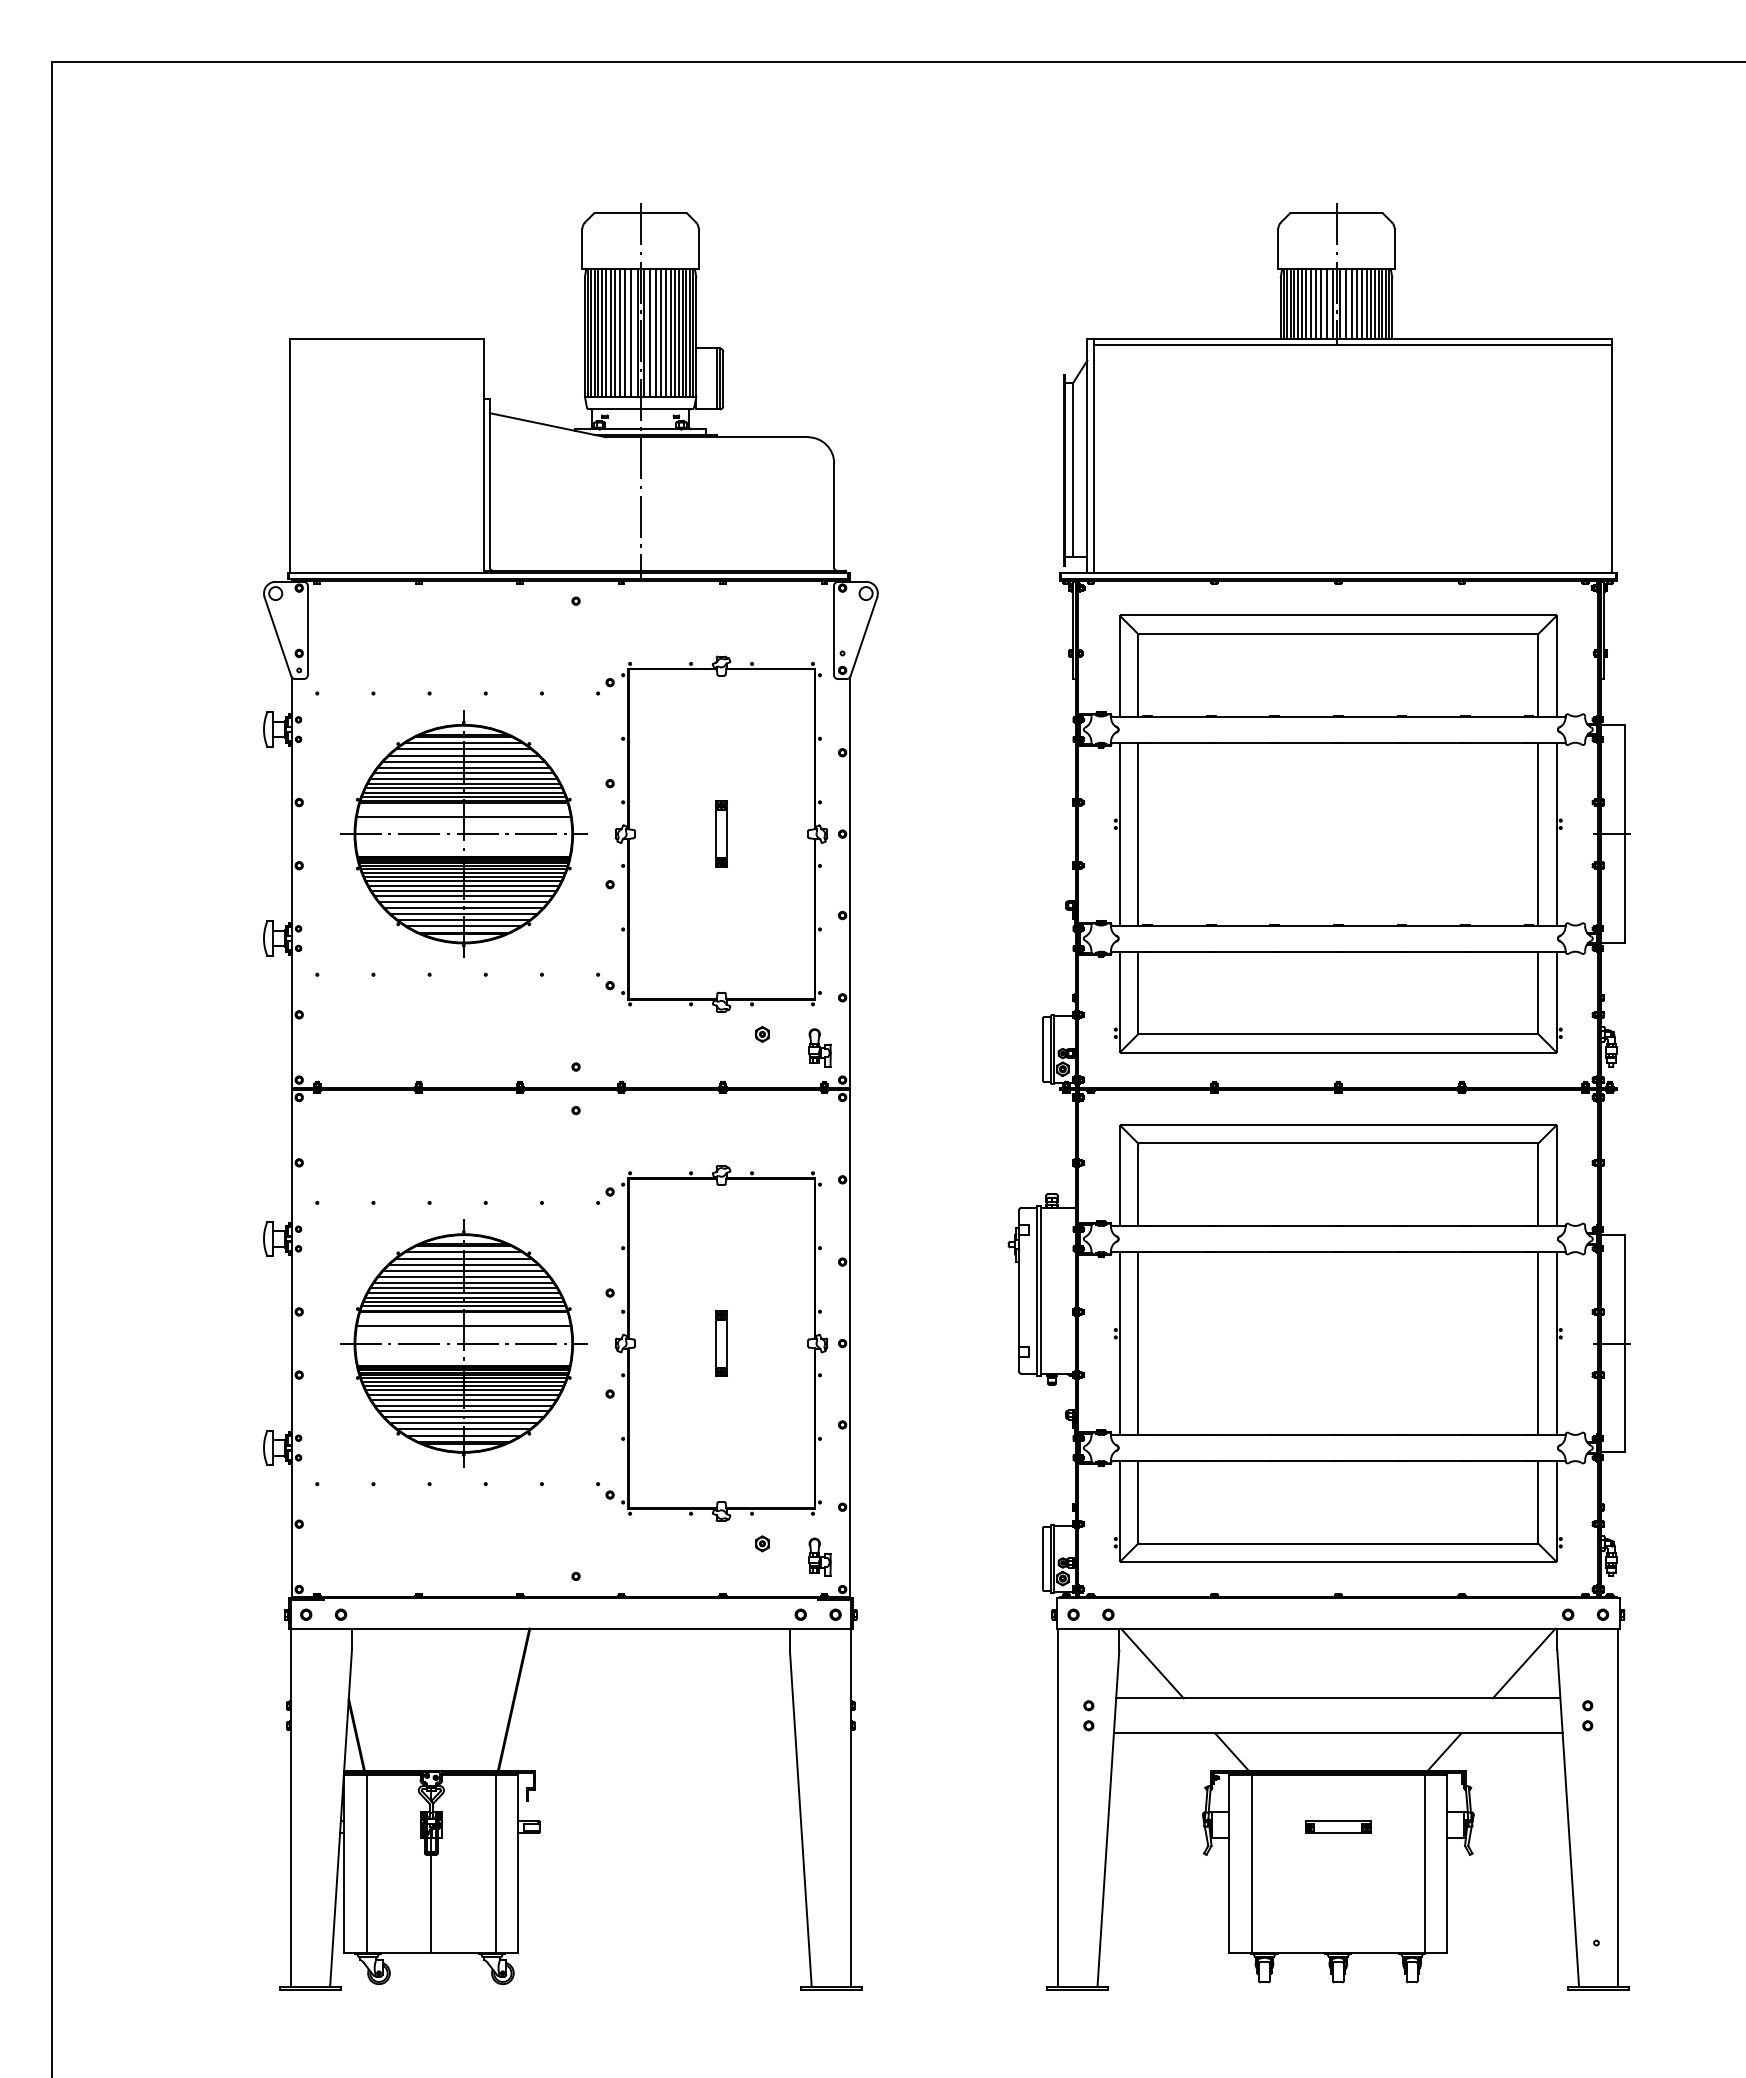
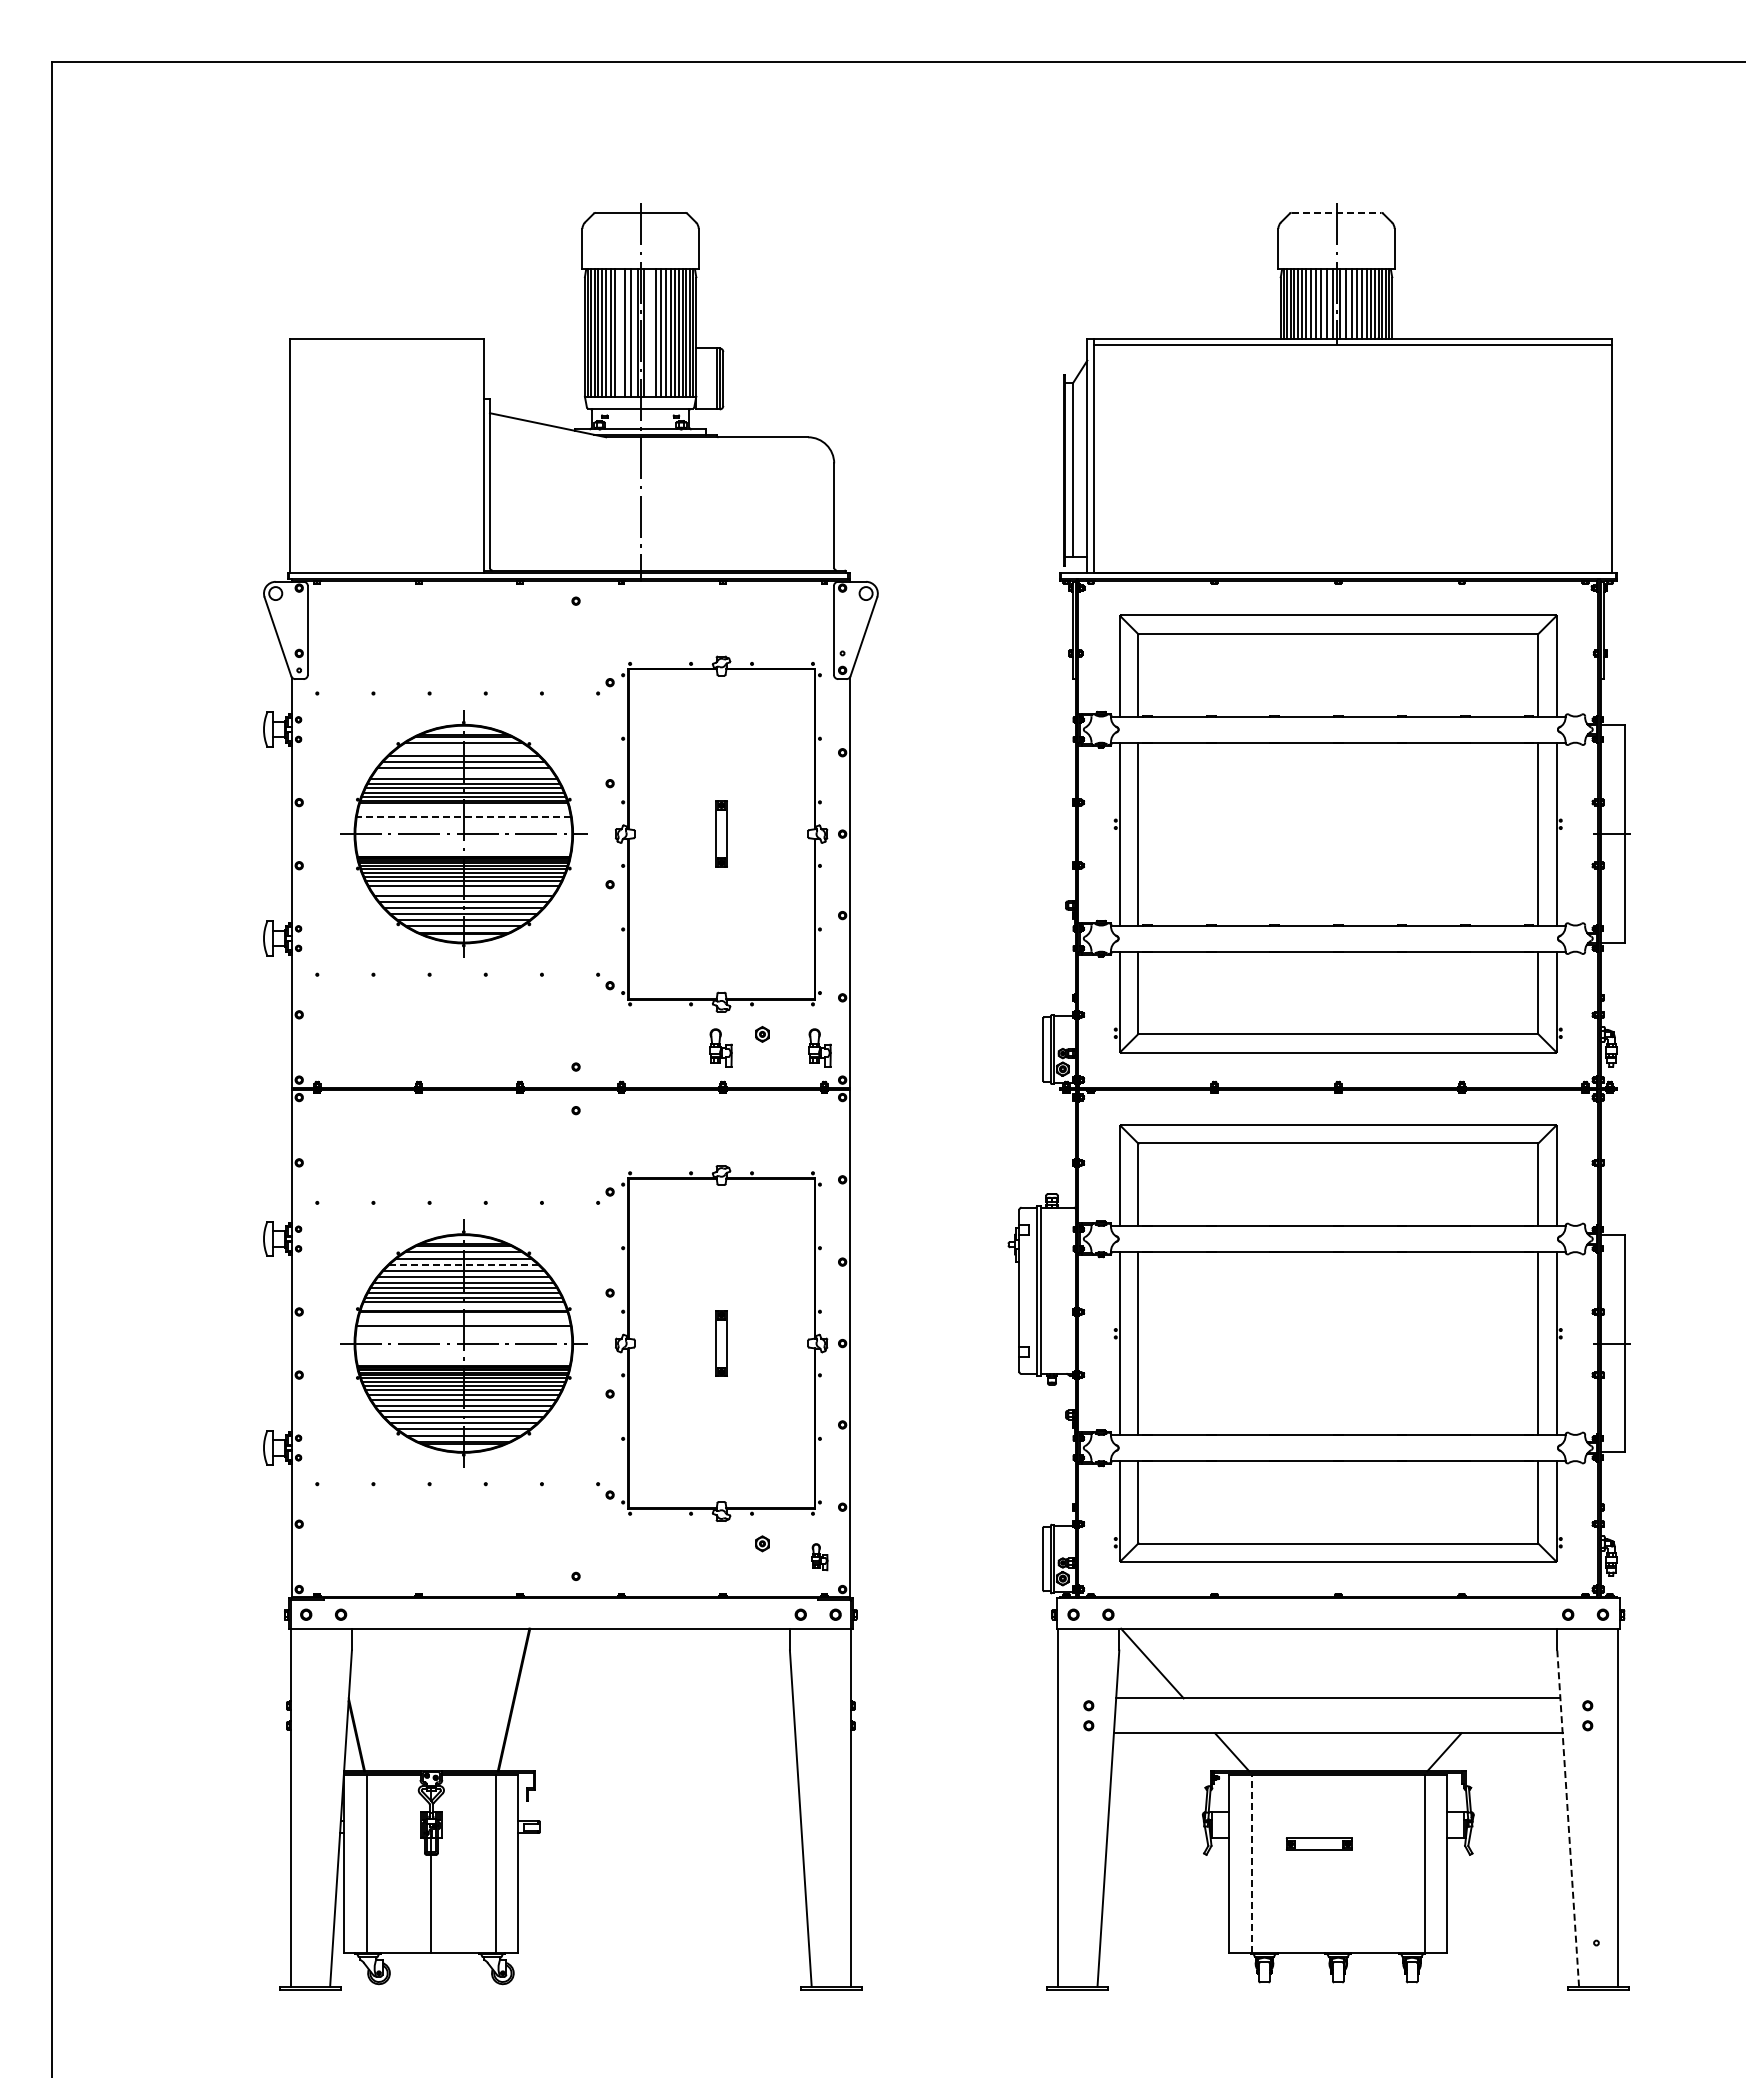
line at (1336, 212): solid -> dashed
line at (620, 332): present -> none
line at (649, 332): present -> none
line at (463, 749): present -> none
line at (463, 773): present -> none
line at (463, 816): solid -> dashed
line at (463, 890): present -> none
part at (720, 1047): none -> present
line at (463, 1264): solid -> dashed
line at (463, 1306): present -> none
part at (819, 1556) size: 24x40 px -> 18x29 px
line at (1523, 1663): present -> none
line at (1568, 1818): solid -> dashed
part at (1338, 1826) position: (1338, 1826) -> (1319, 1843)
line at (1252, 1863): solid -> dashed
